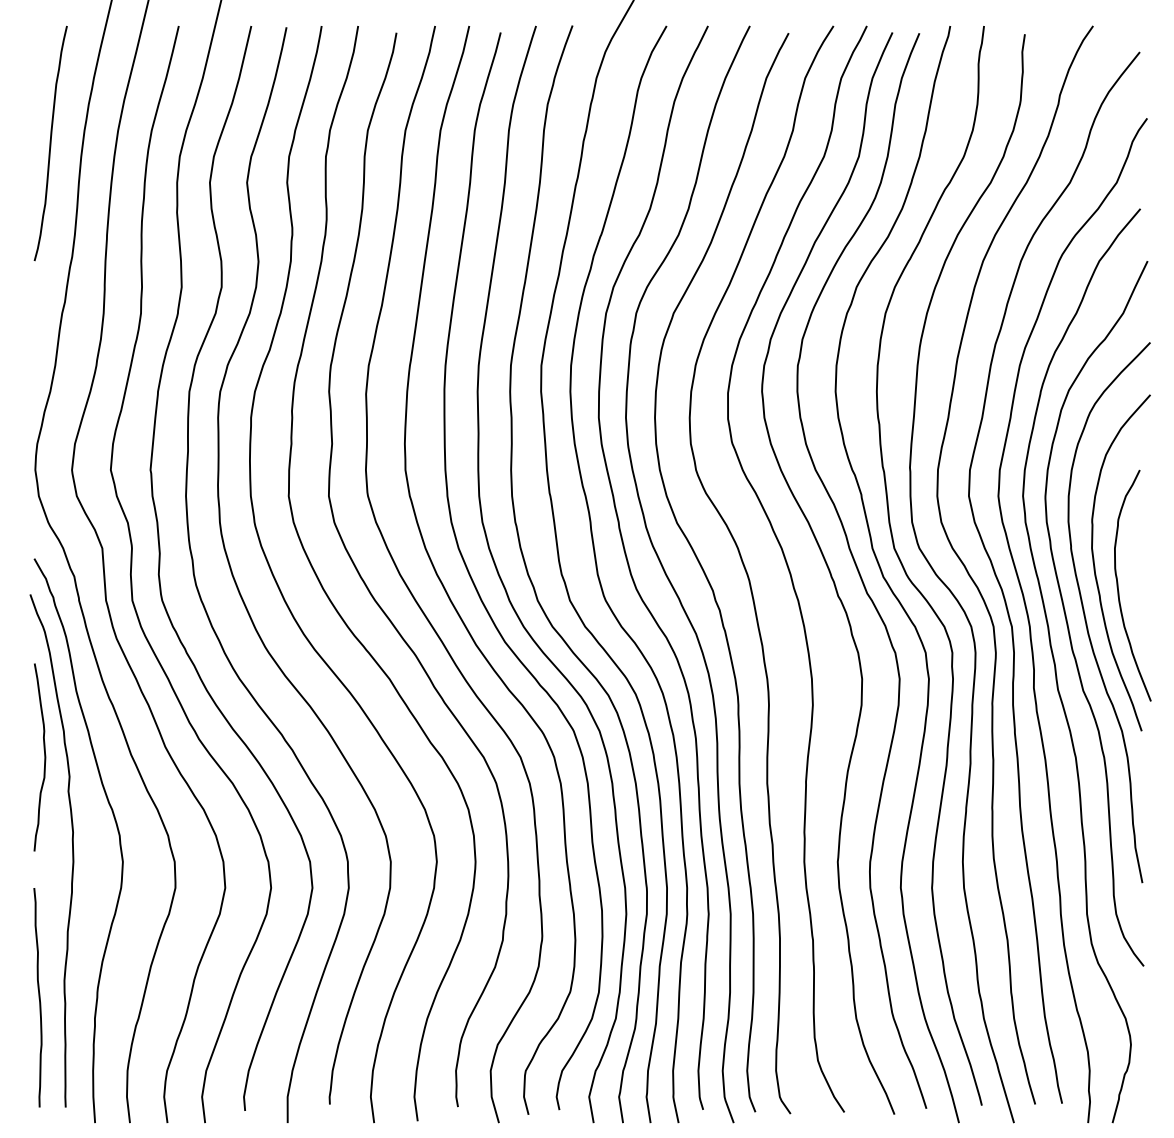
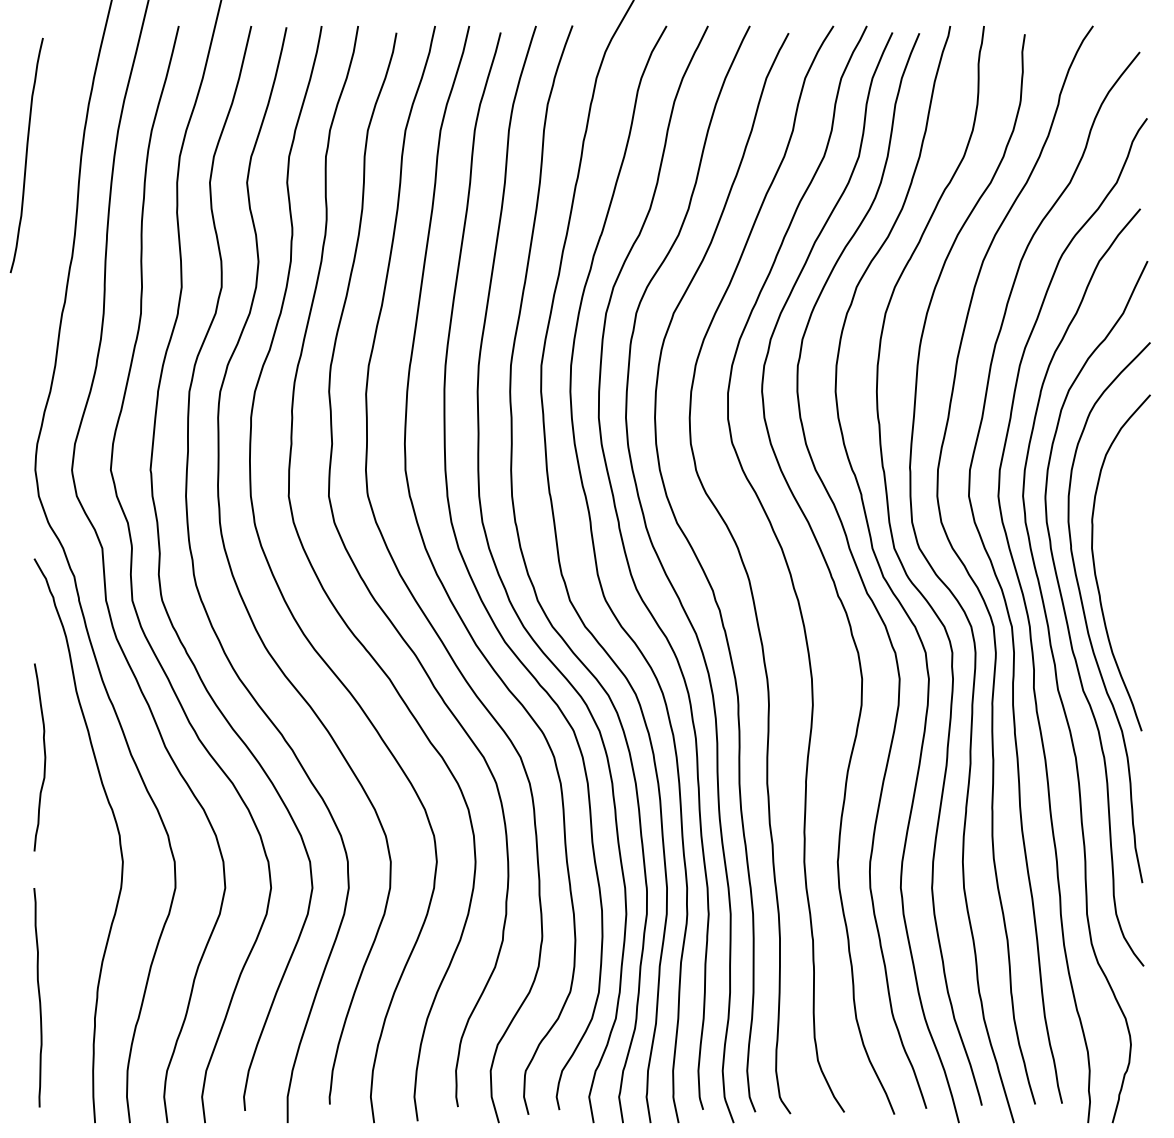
curve at (50, 143) position: (50, 143) -> (26, 155)
curve at (1118, 585): present -> none
curve at (72, 850): present -> none
